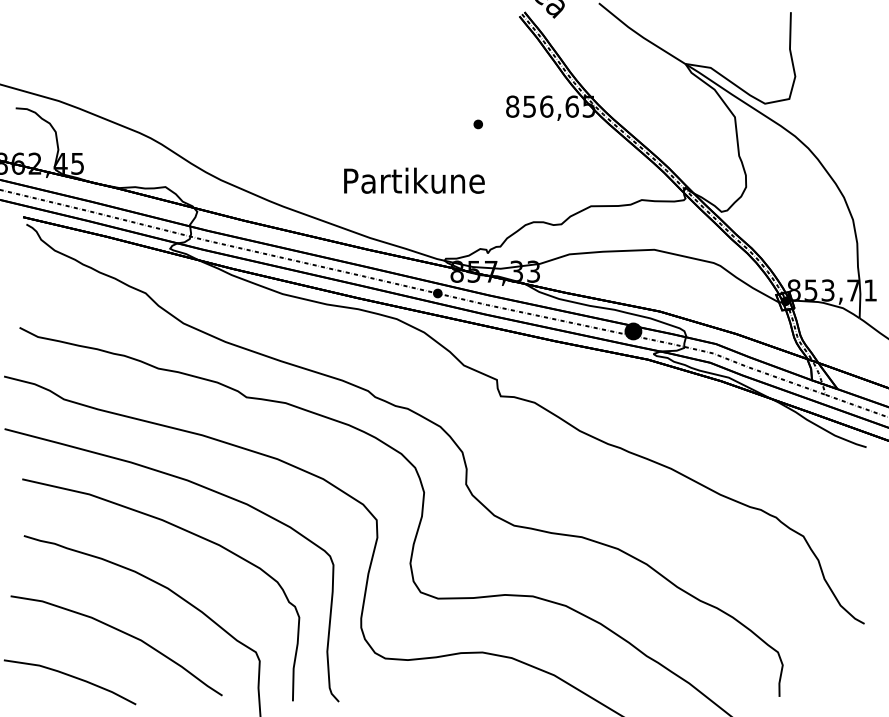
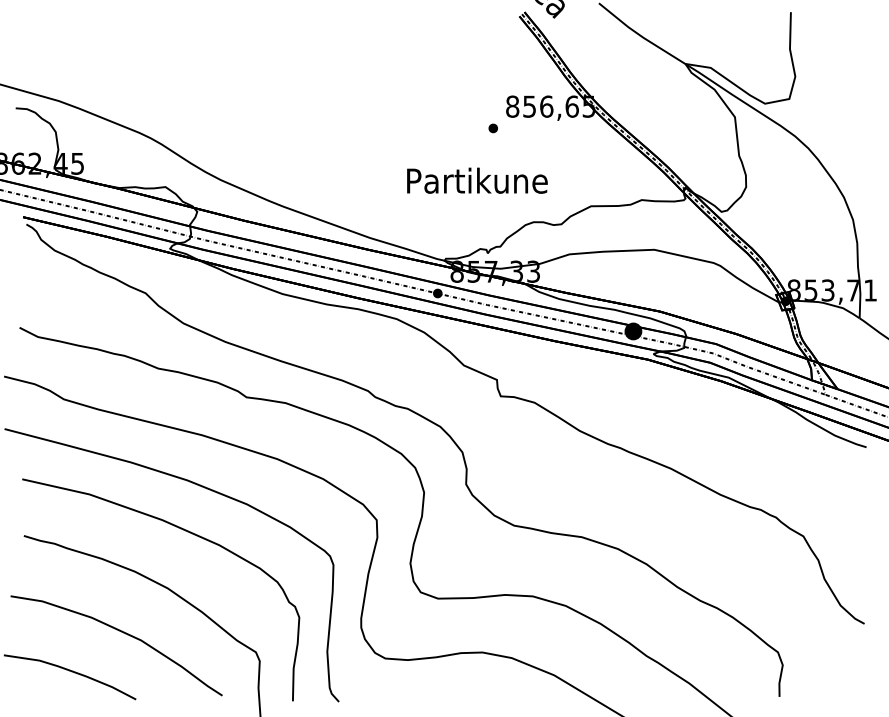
part at (477, 124) position: (477, 124) -> (492, 128)
text at (414, 180) position: (414, 180) -> (477, 180)
curve at (71, 677) position: (71, 677) -> (71, 672)
